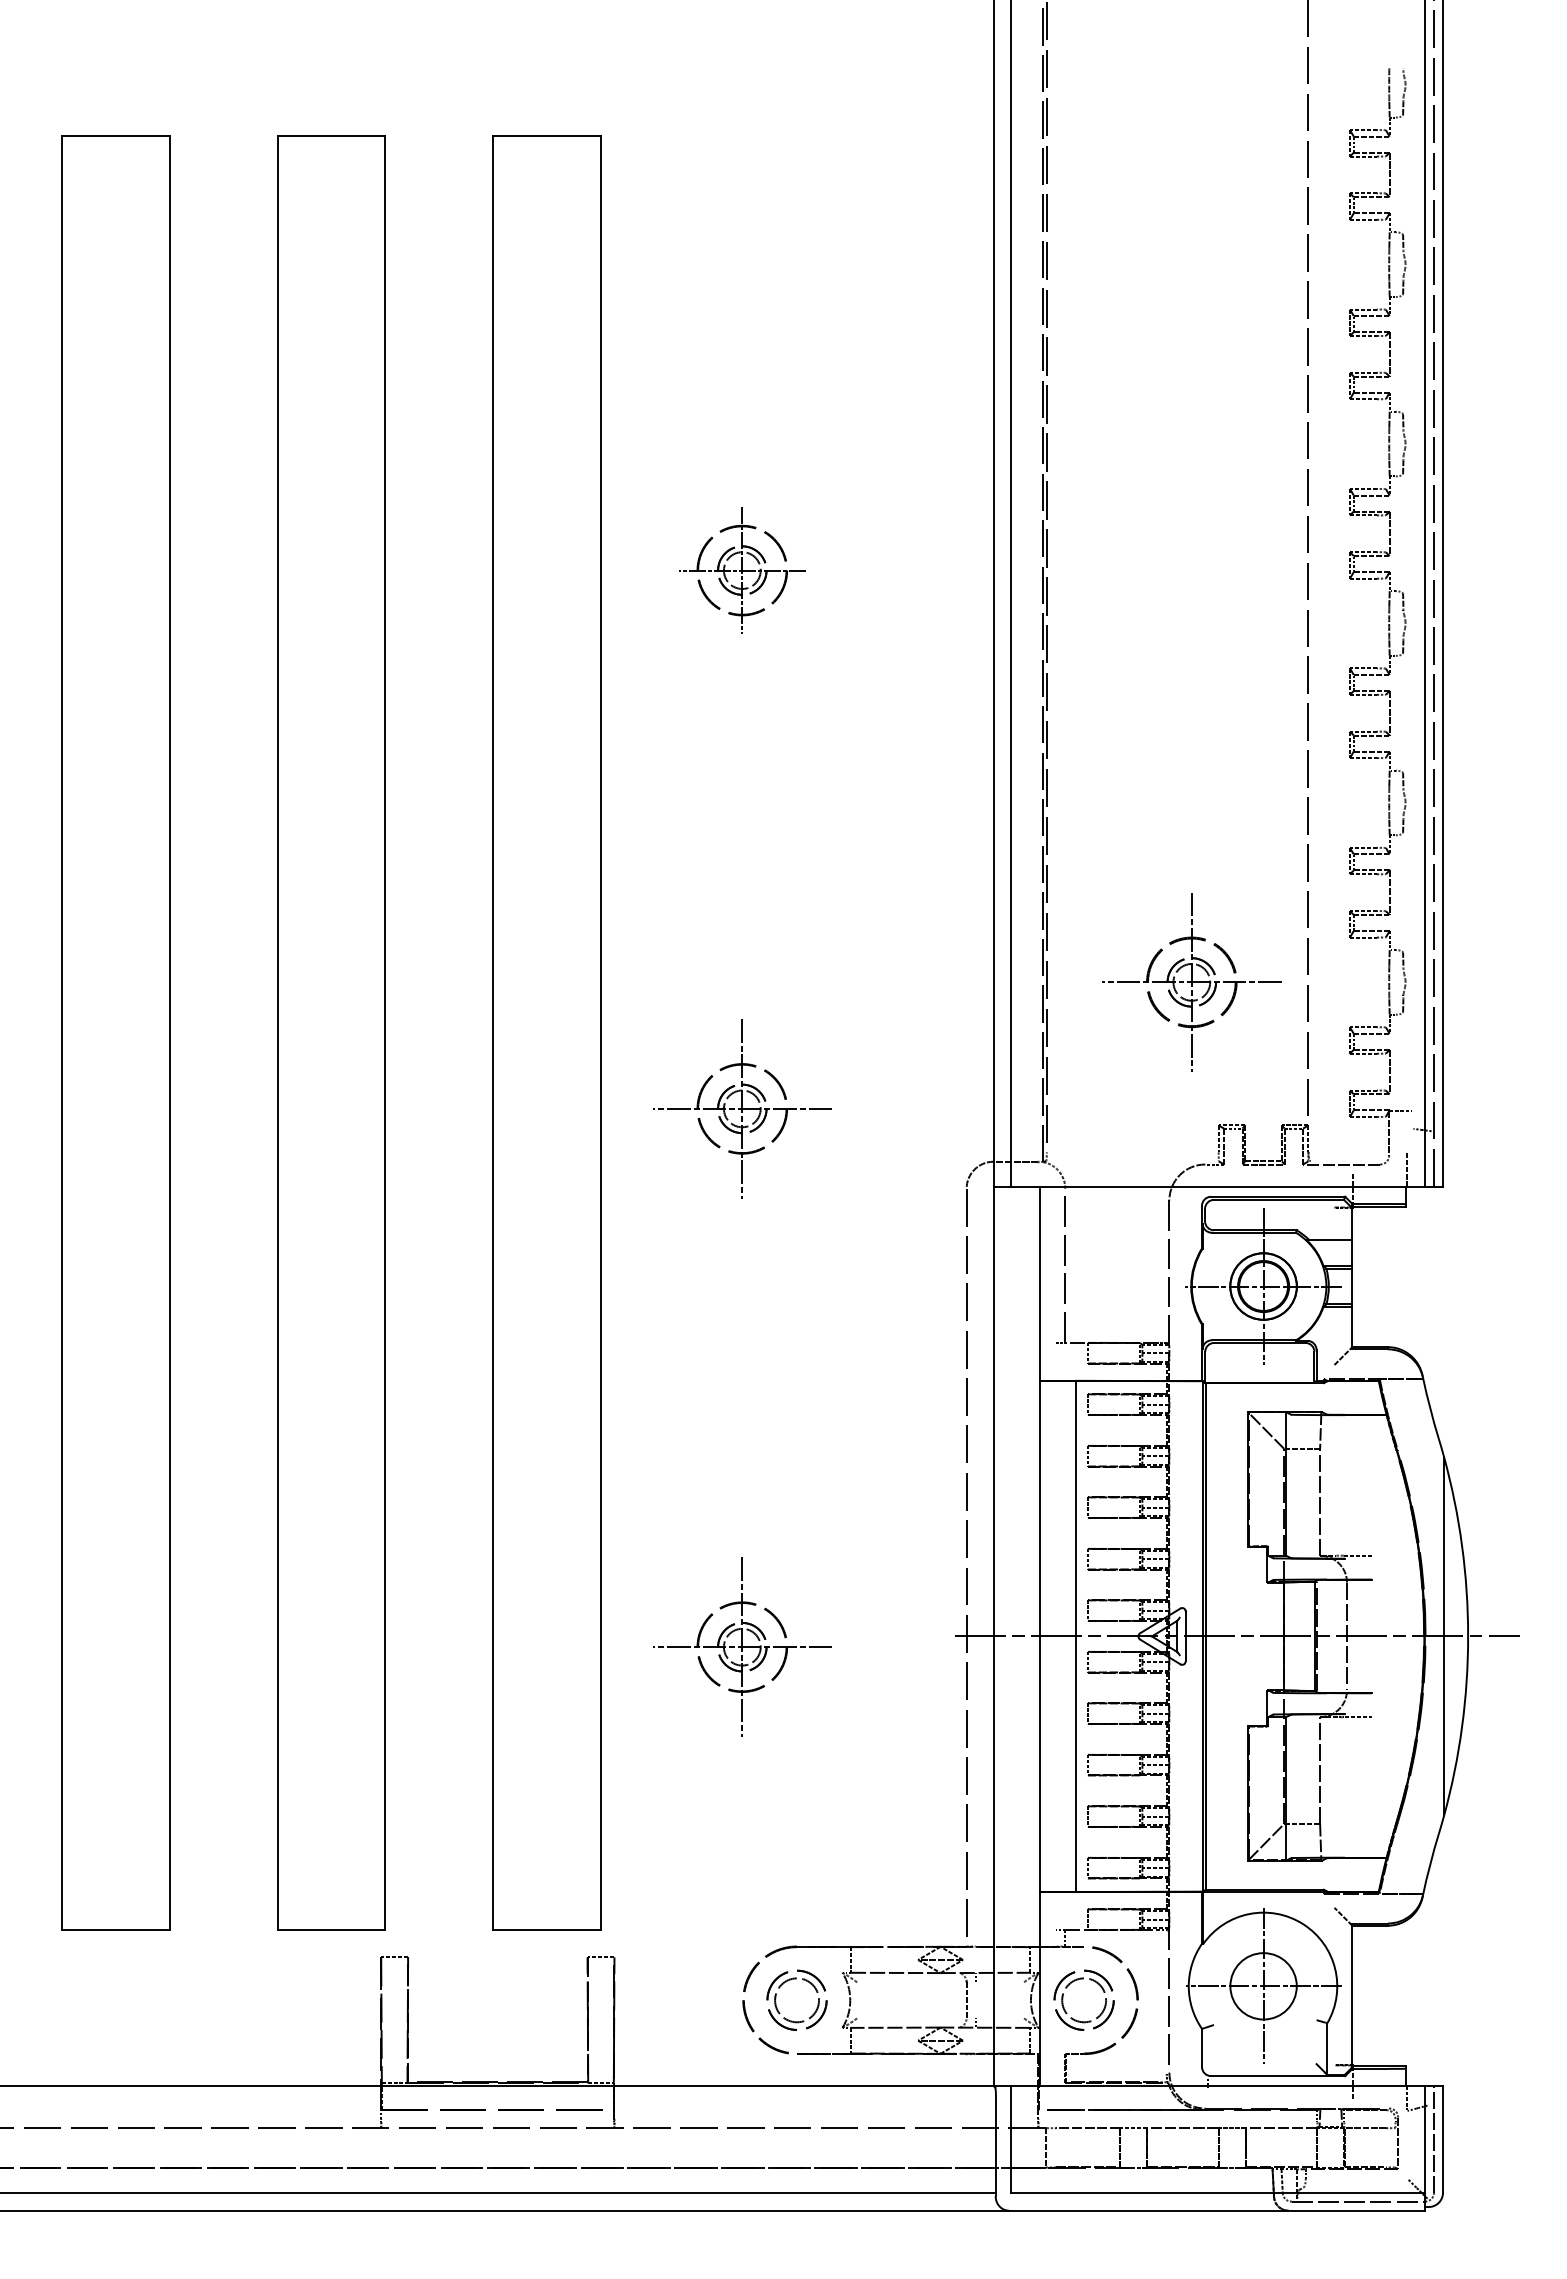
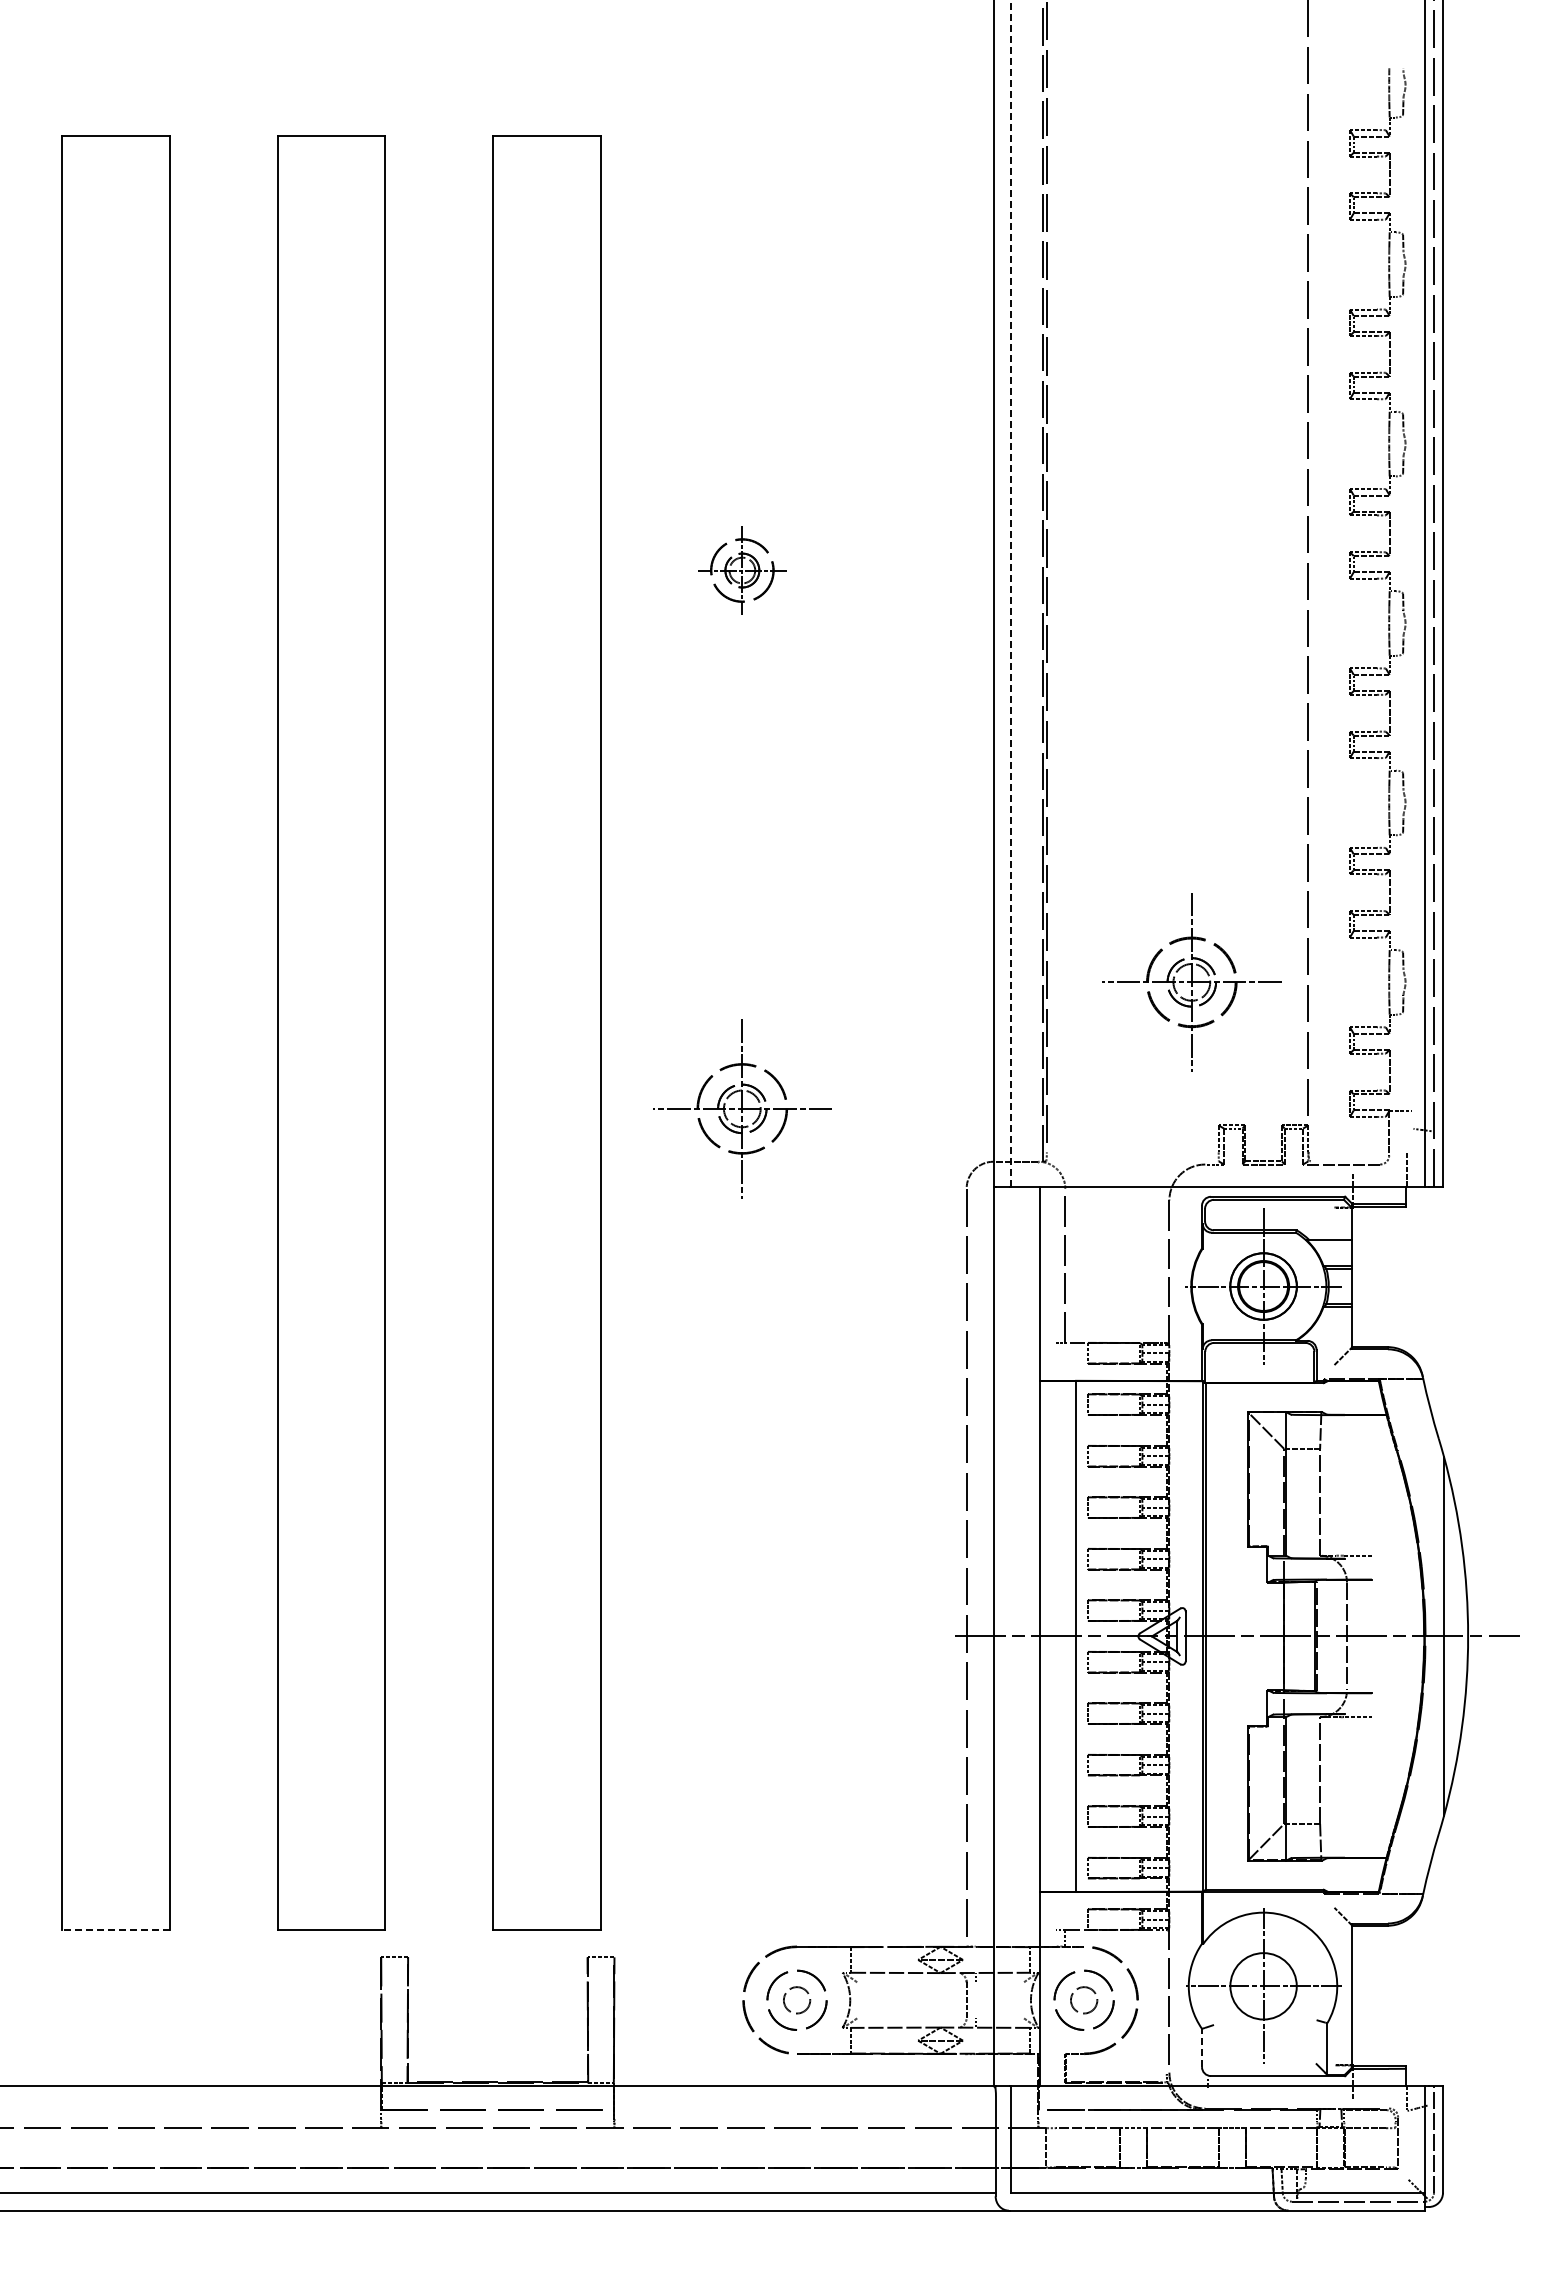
part at (742, 570) size: 127x127 px -> 89x89 px
line at (1011, 593): solid -> dashed
part at (742, 1646): present -> none
line at (116, 1929): solid -> dashed
circle at (797, 2000) diameter: 44 px -> 26 px
circle at (1084, 2000) diameter: 44 px -> 26 px
line at (1202, 2047): solid -> dashed
